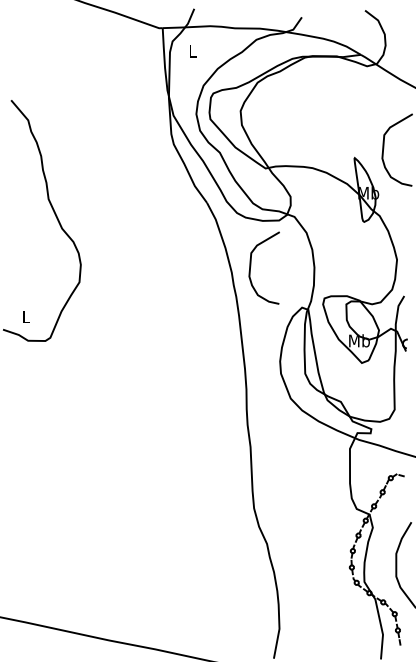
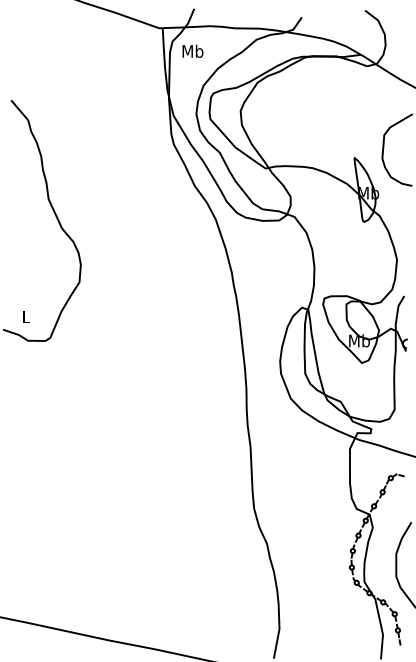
text at (192, 50): L -> Mb
curve at (251, 266): present -> none
